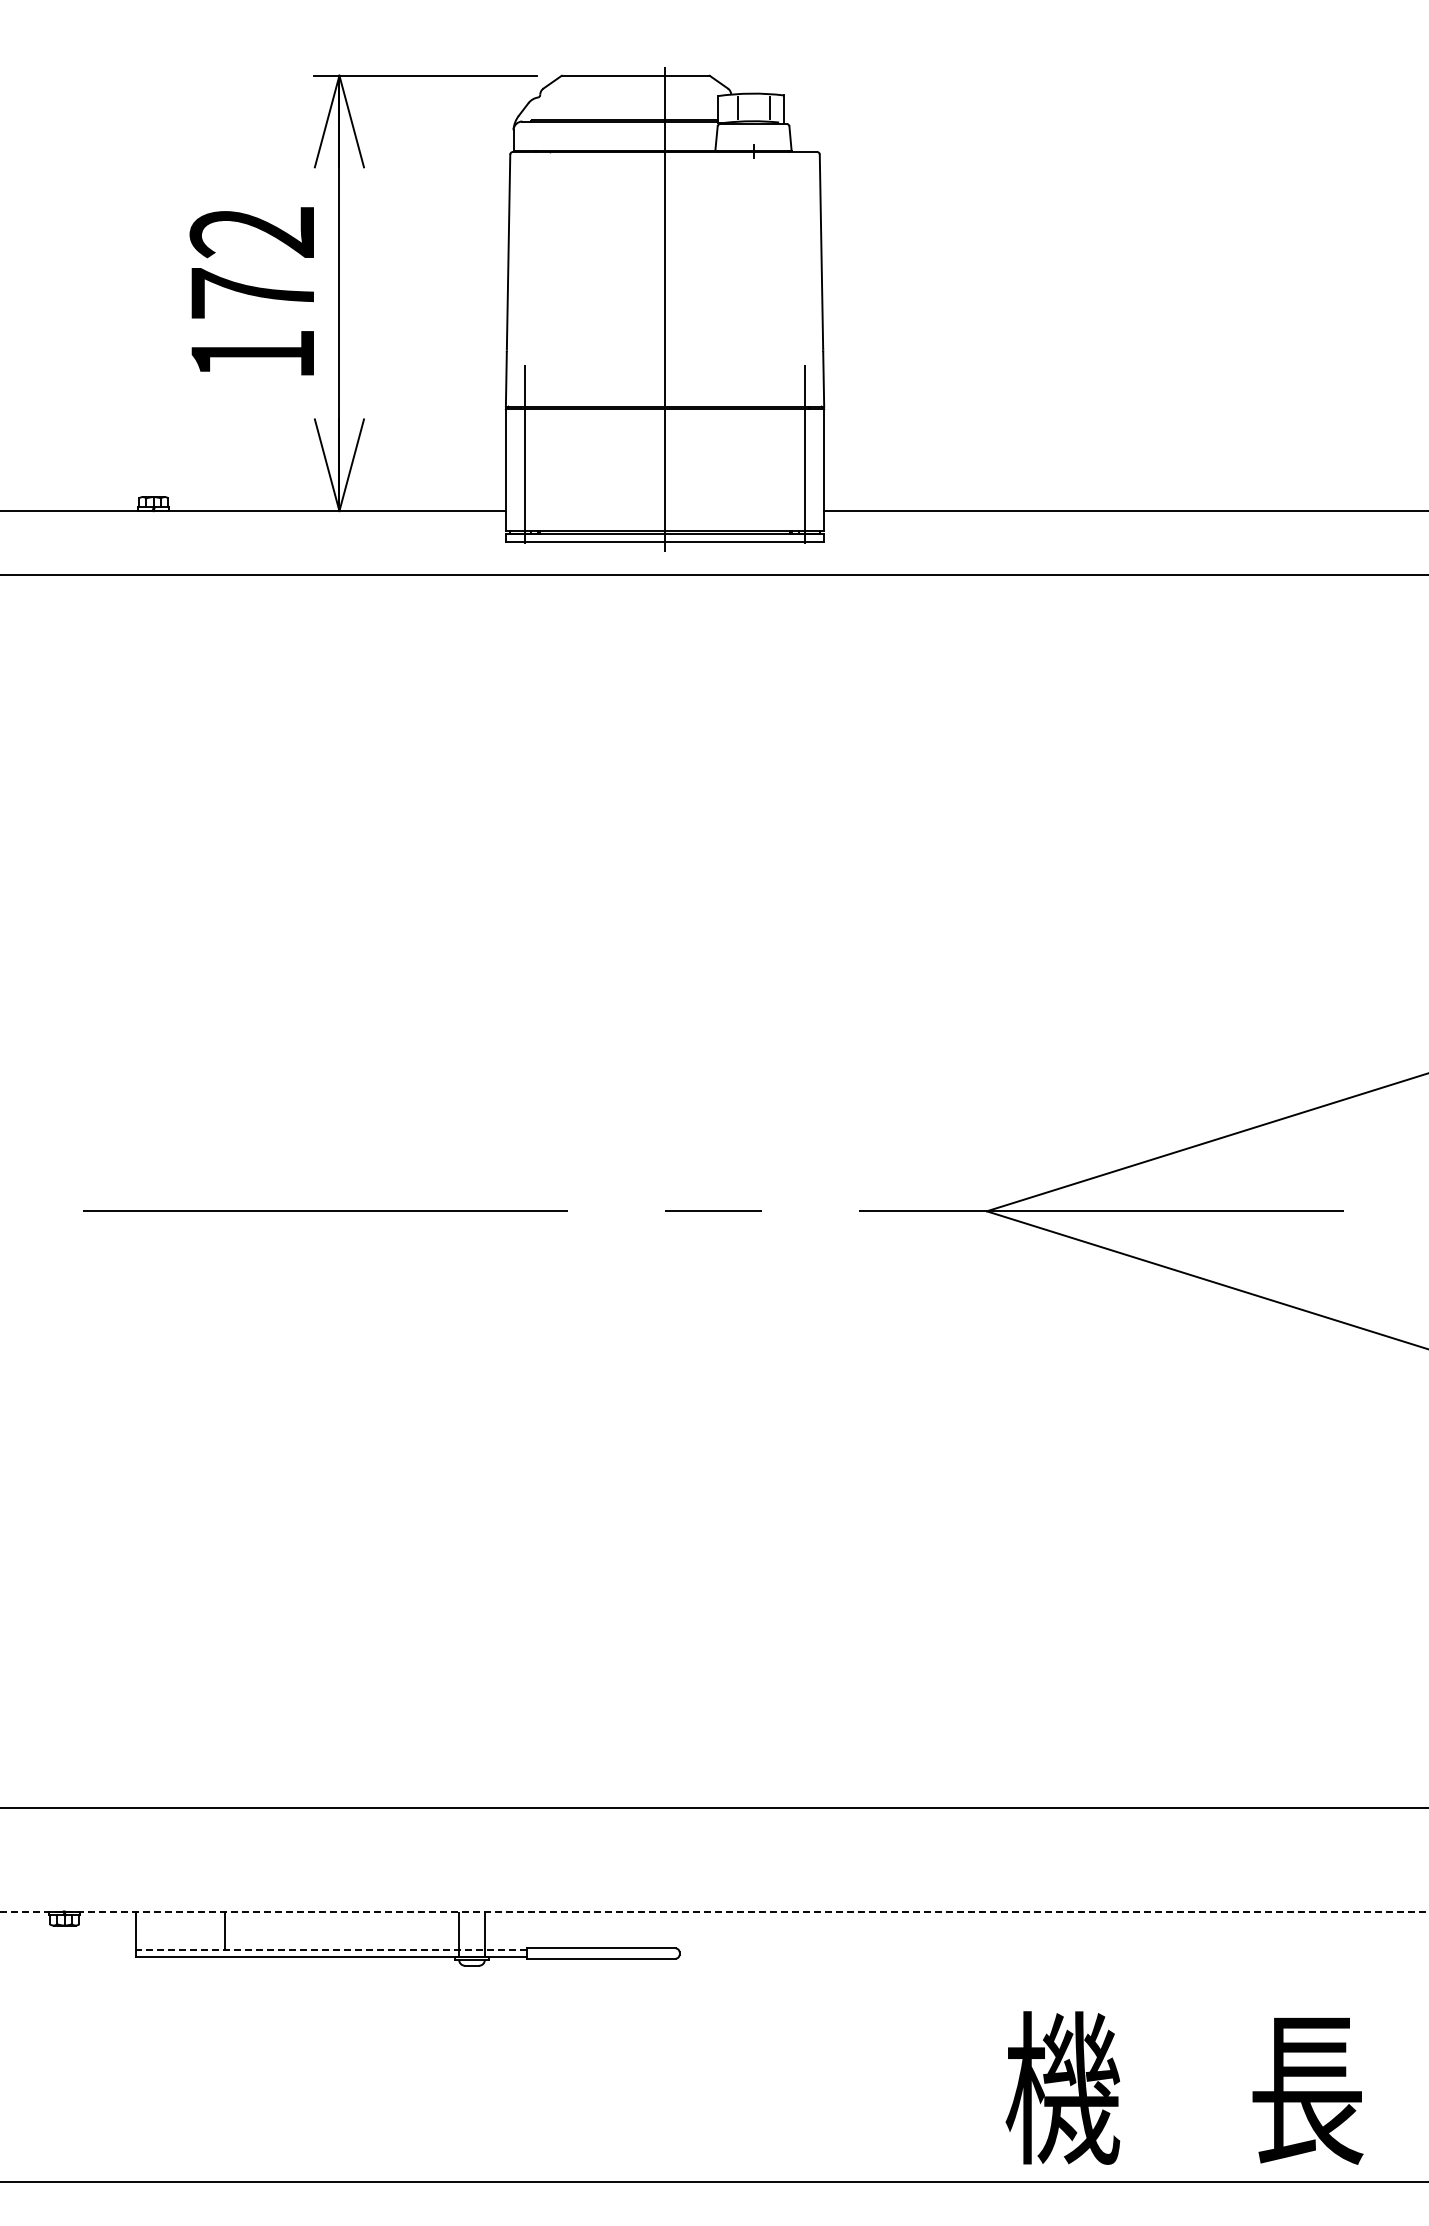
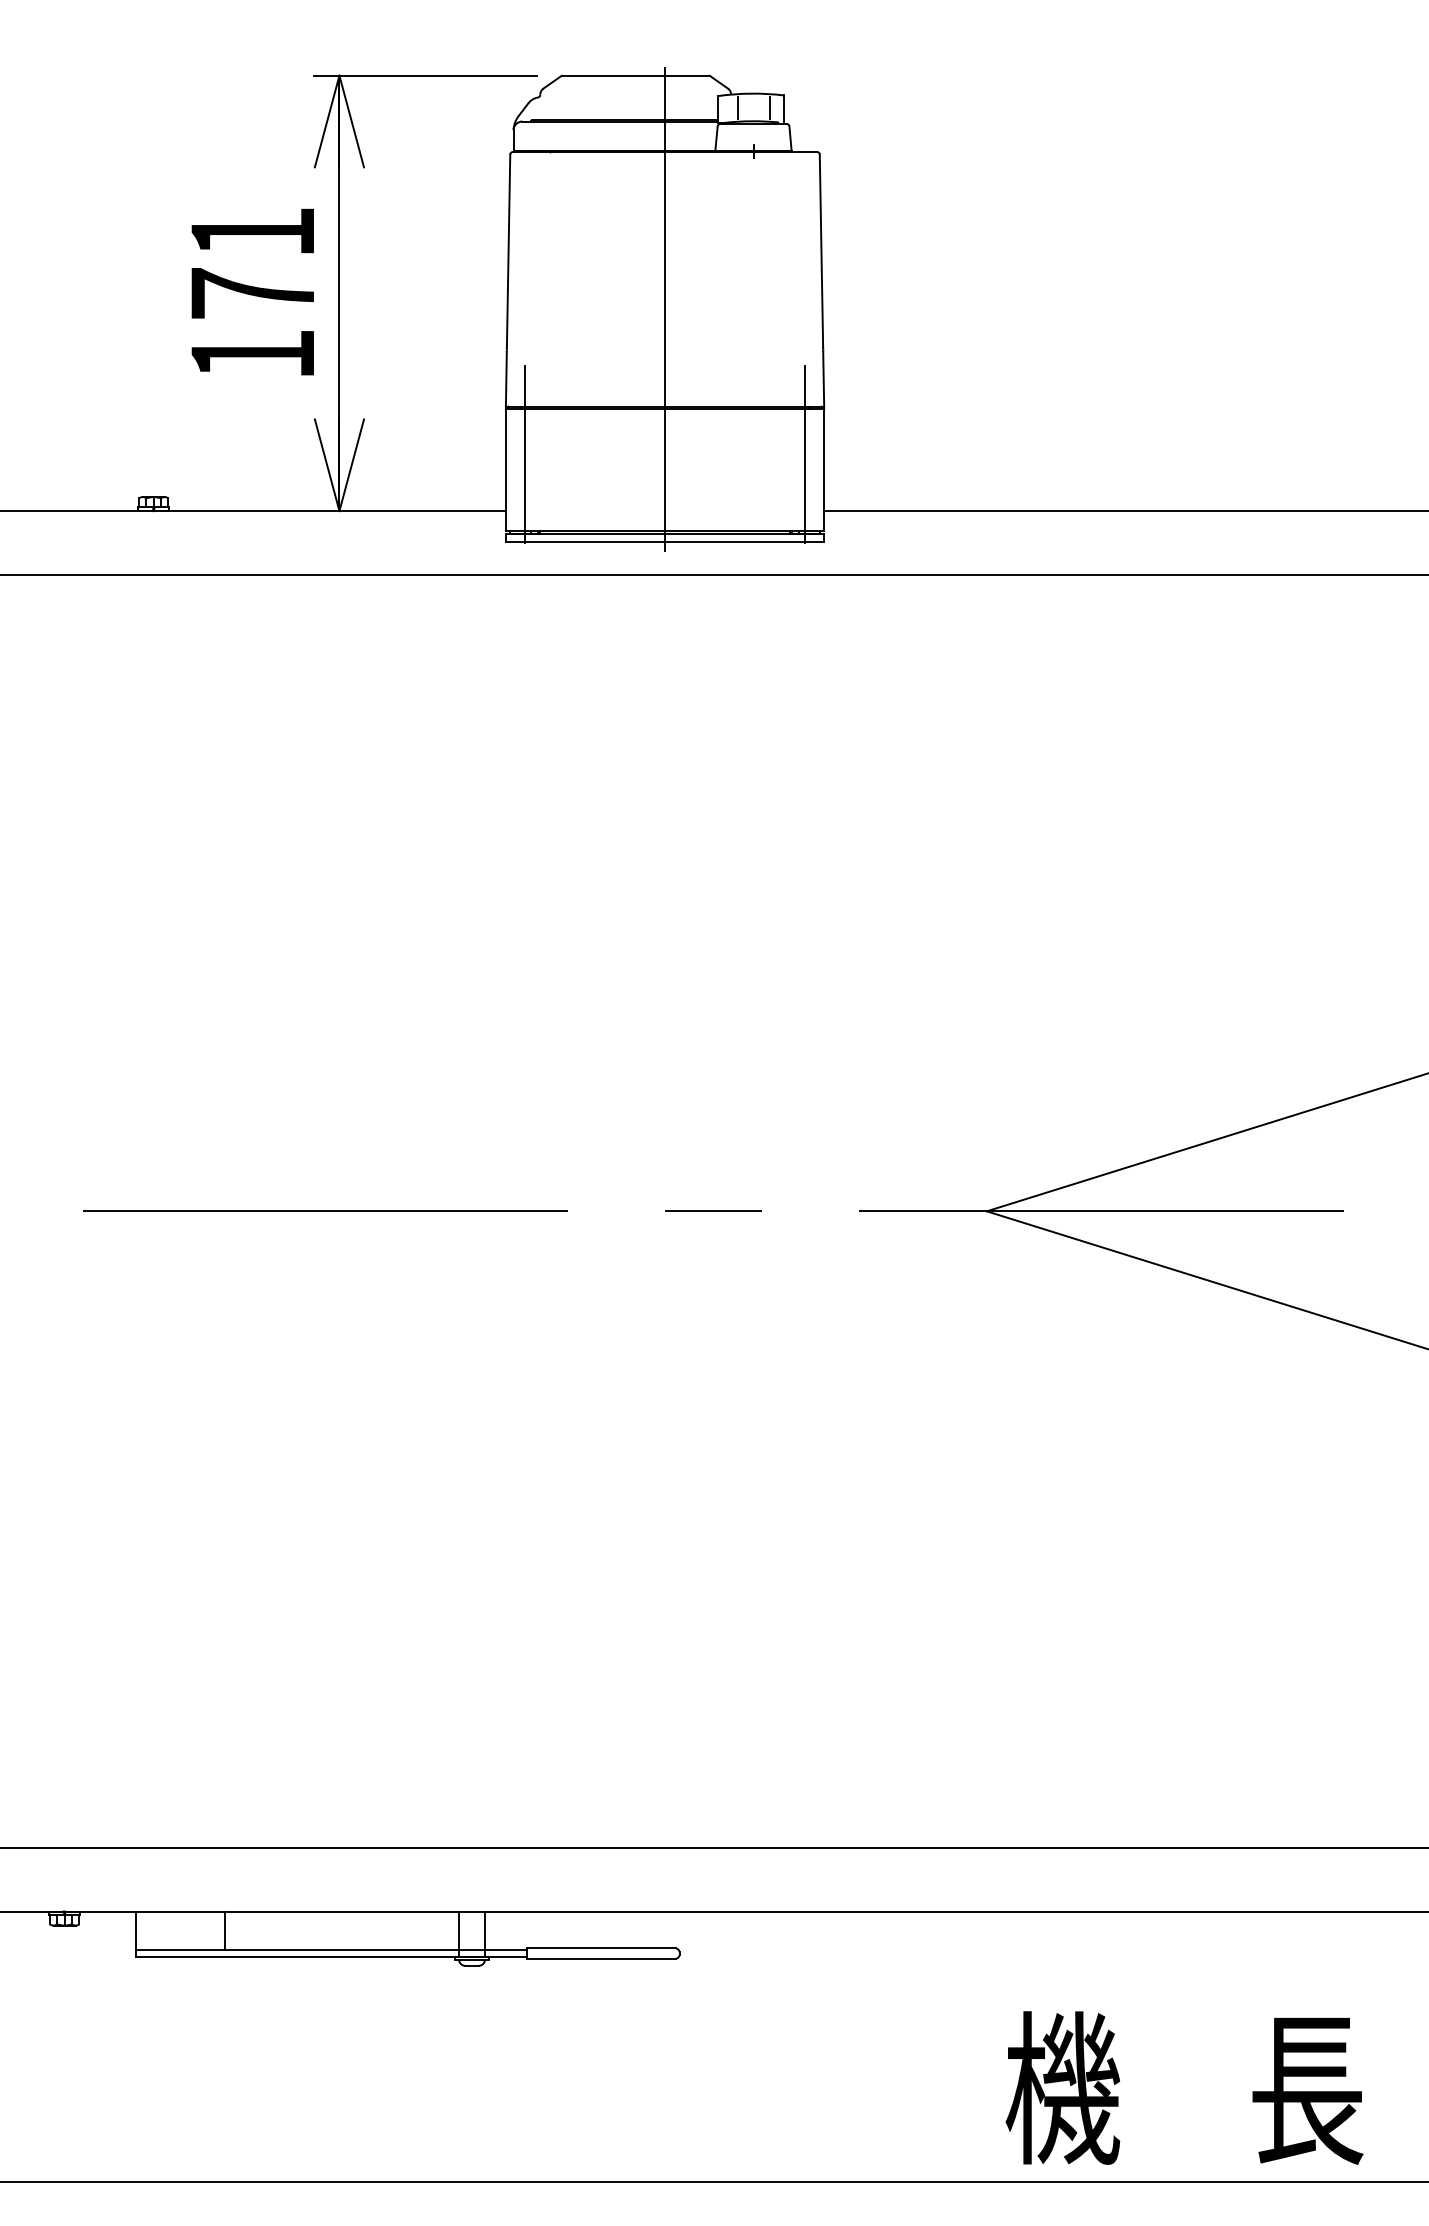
text at (251, 232): 172 -> 171
line at (713, 1807) position: (713, 1807) -> (713, 1847)
line at (713, 1911): dashed -> solid
line at (330, 1949): dashed -> solid
